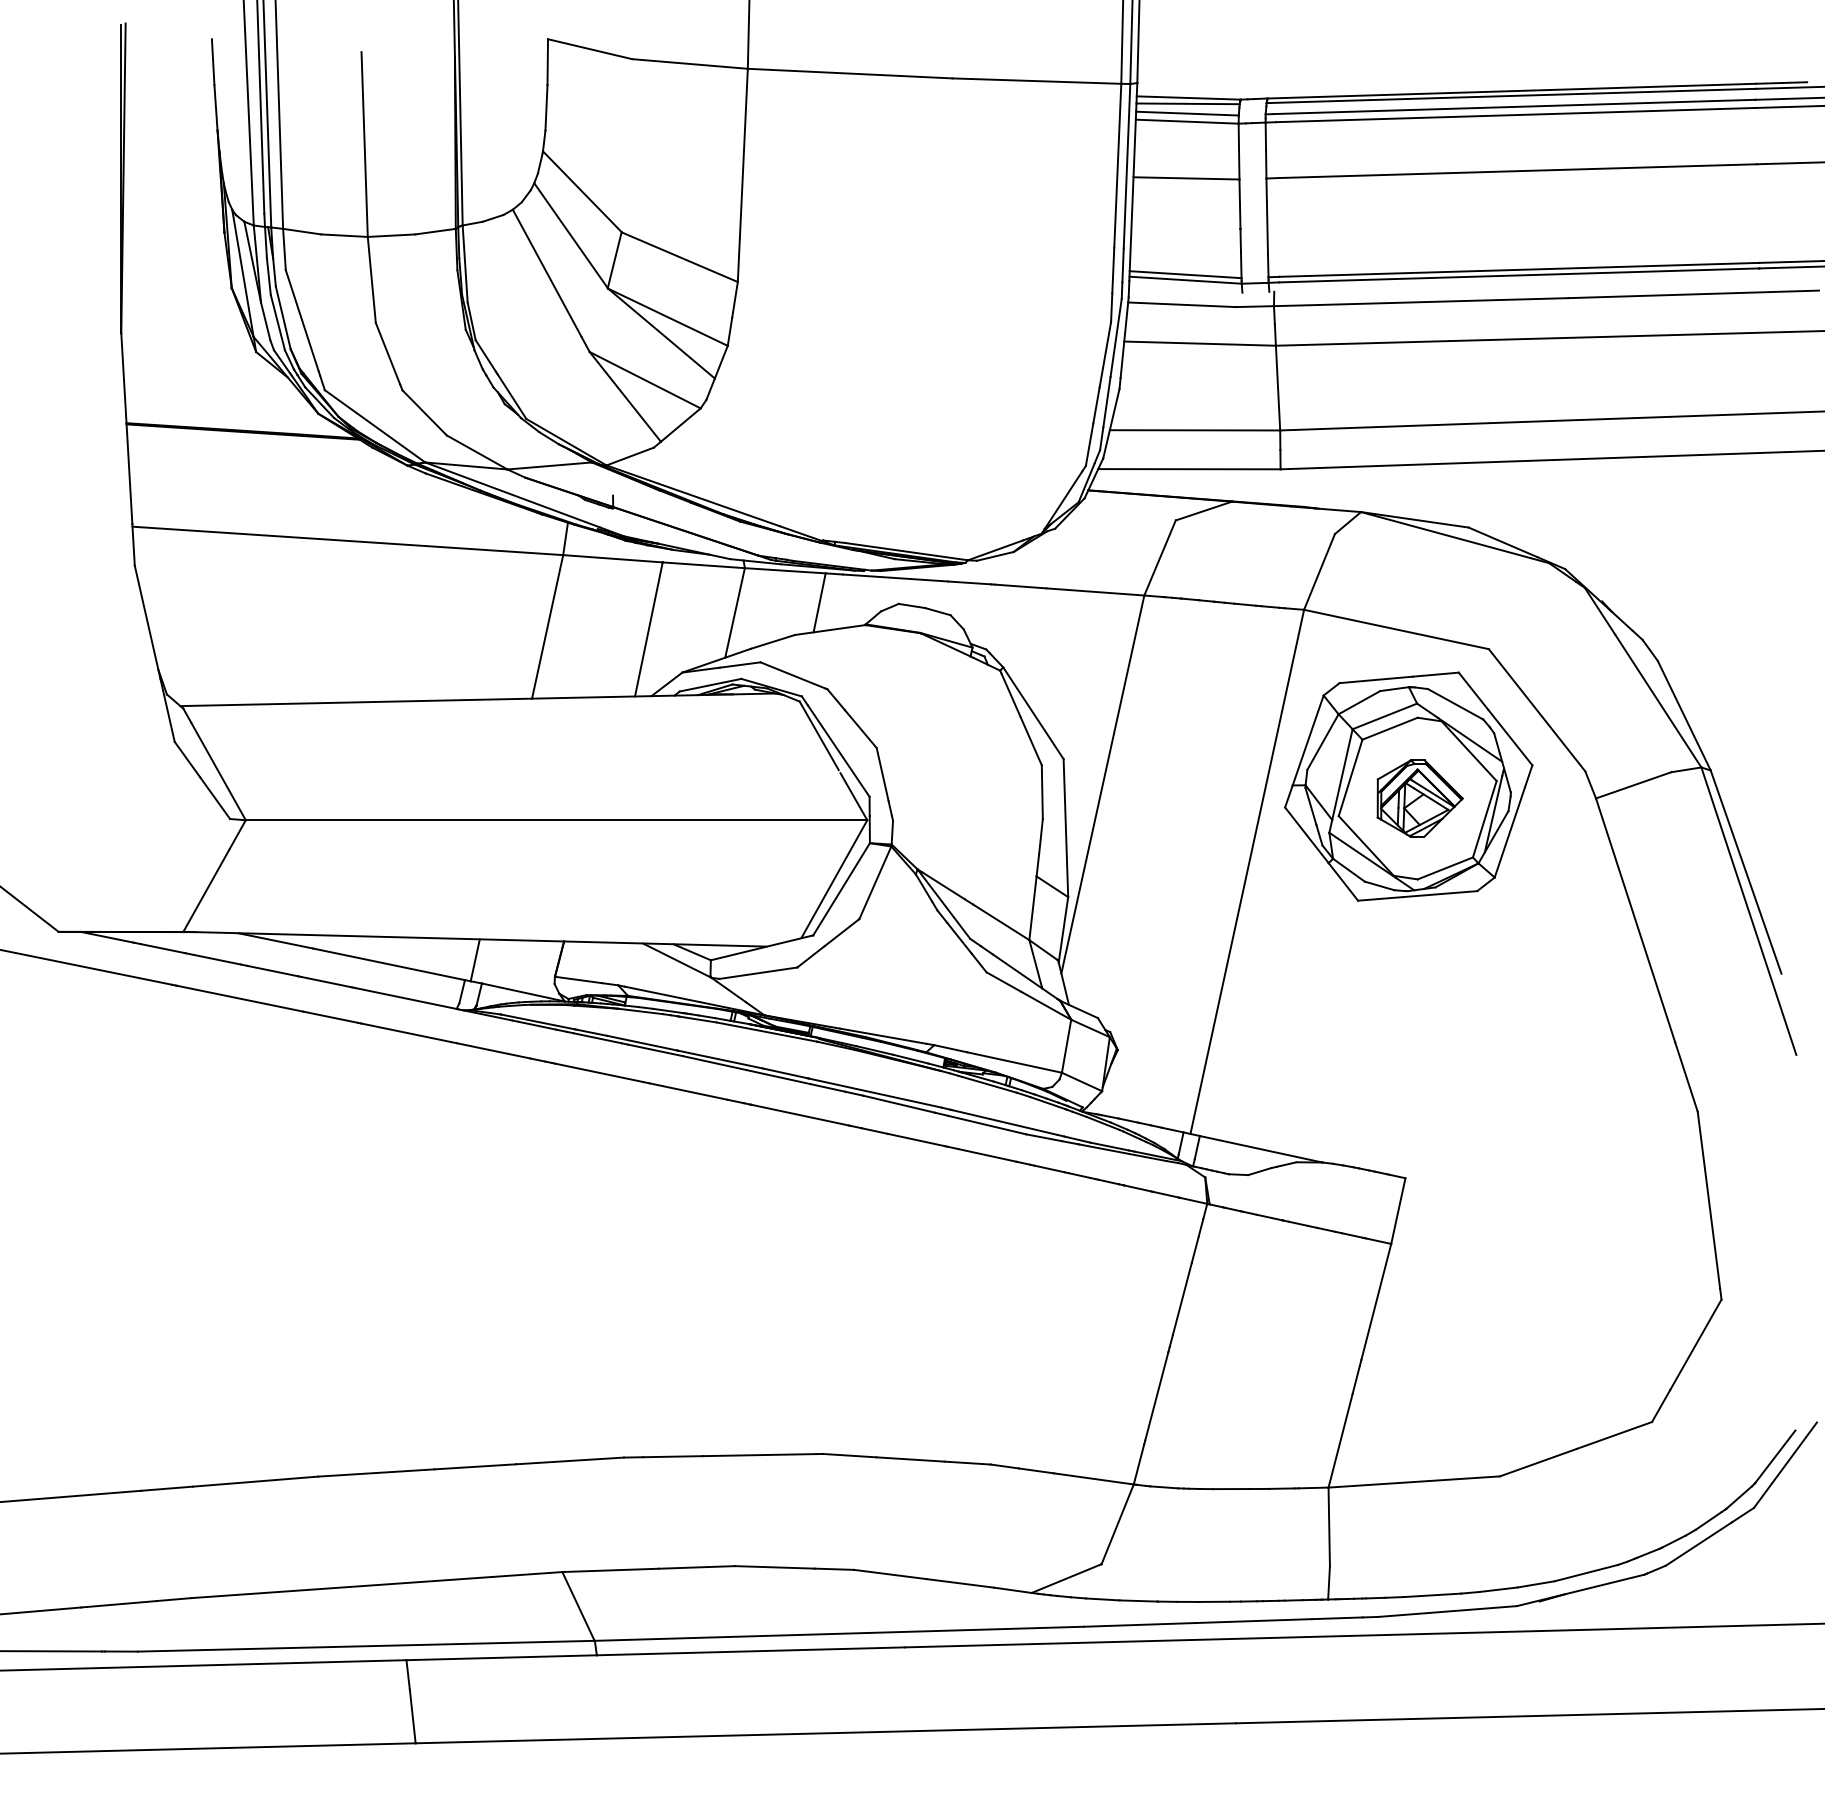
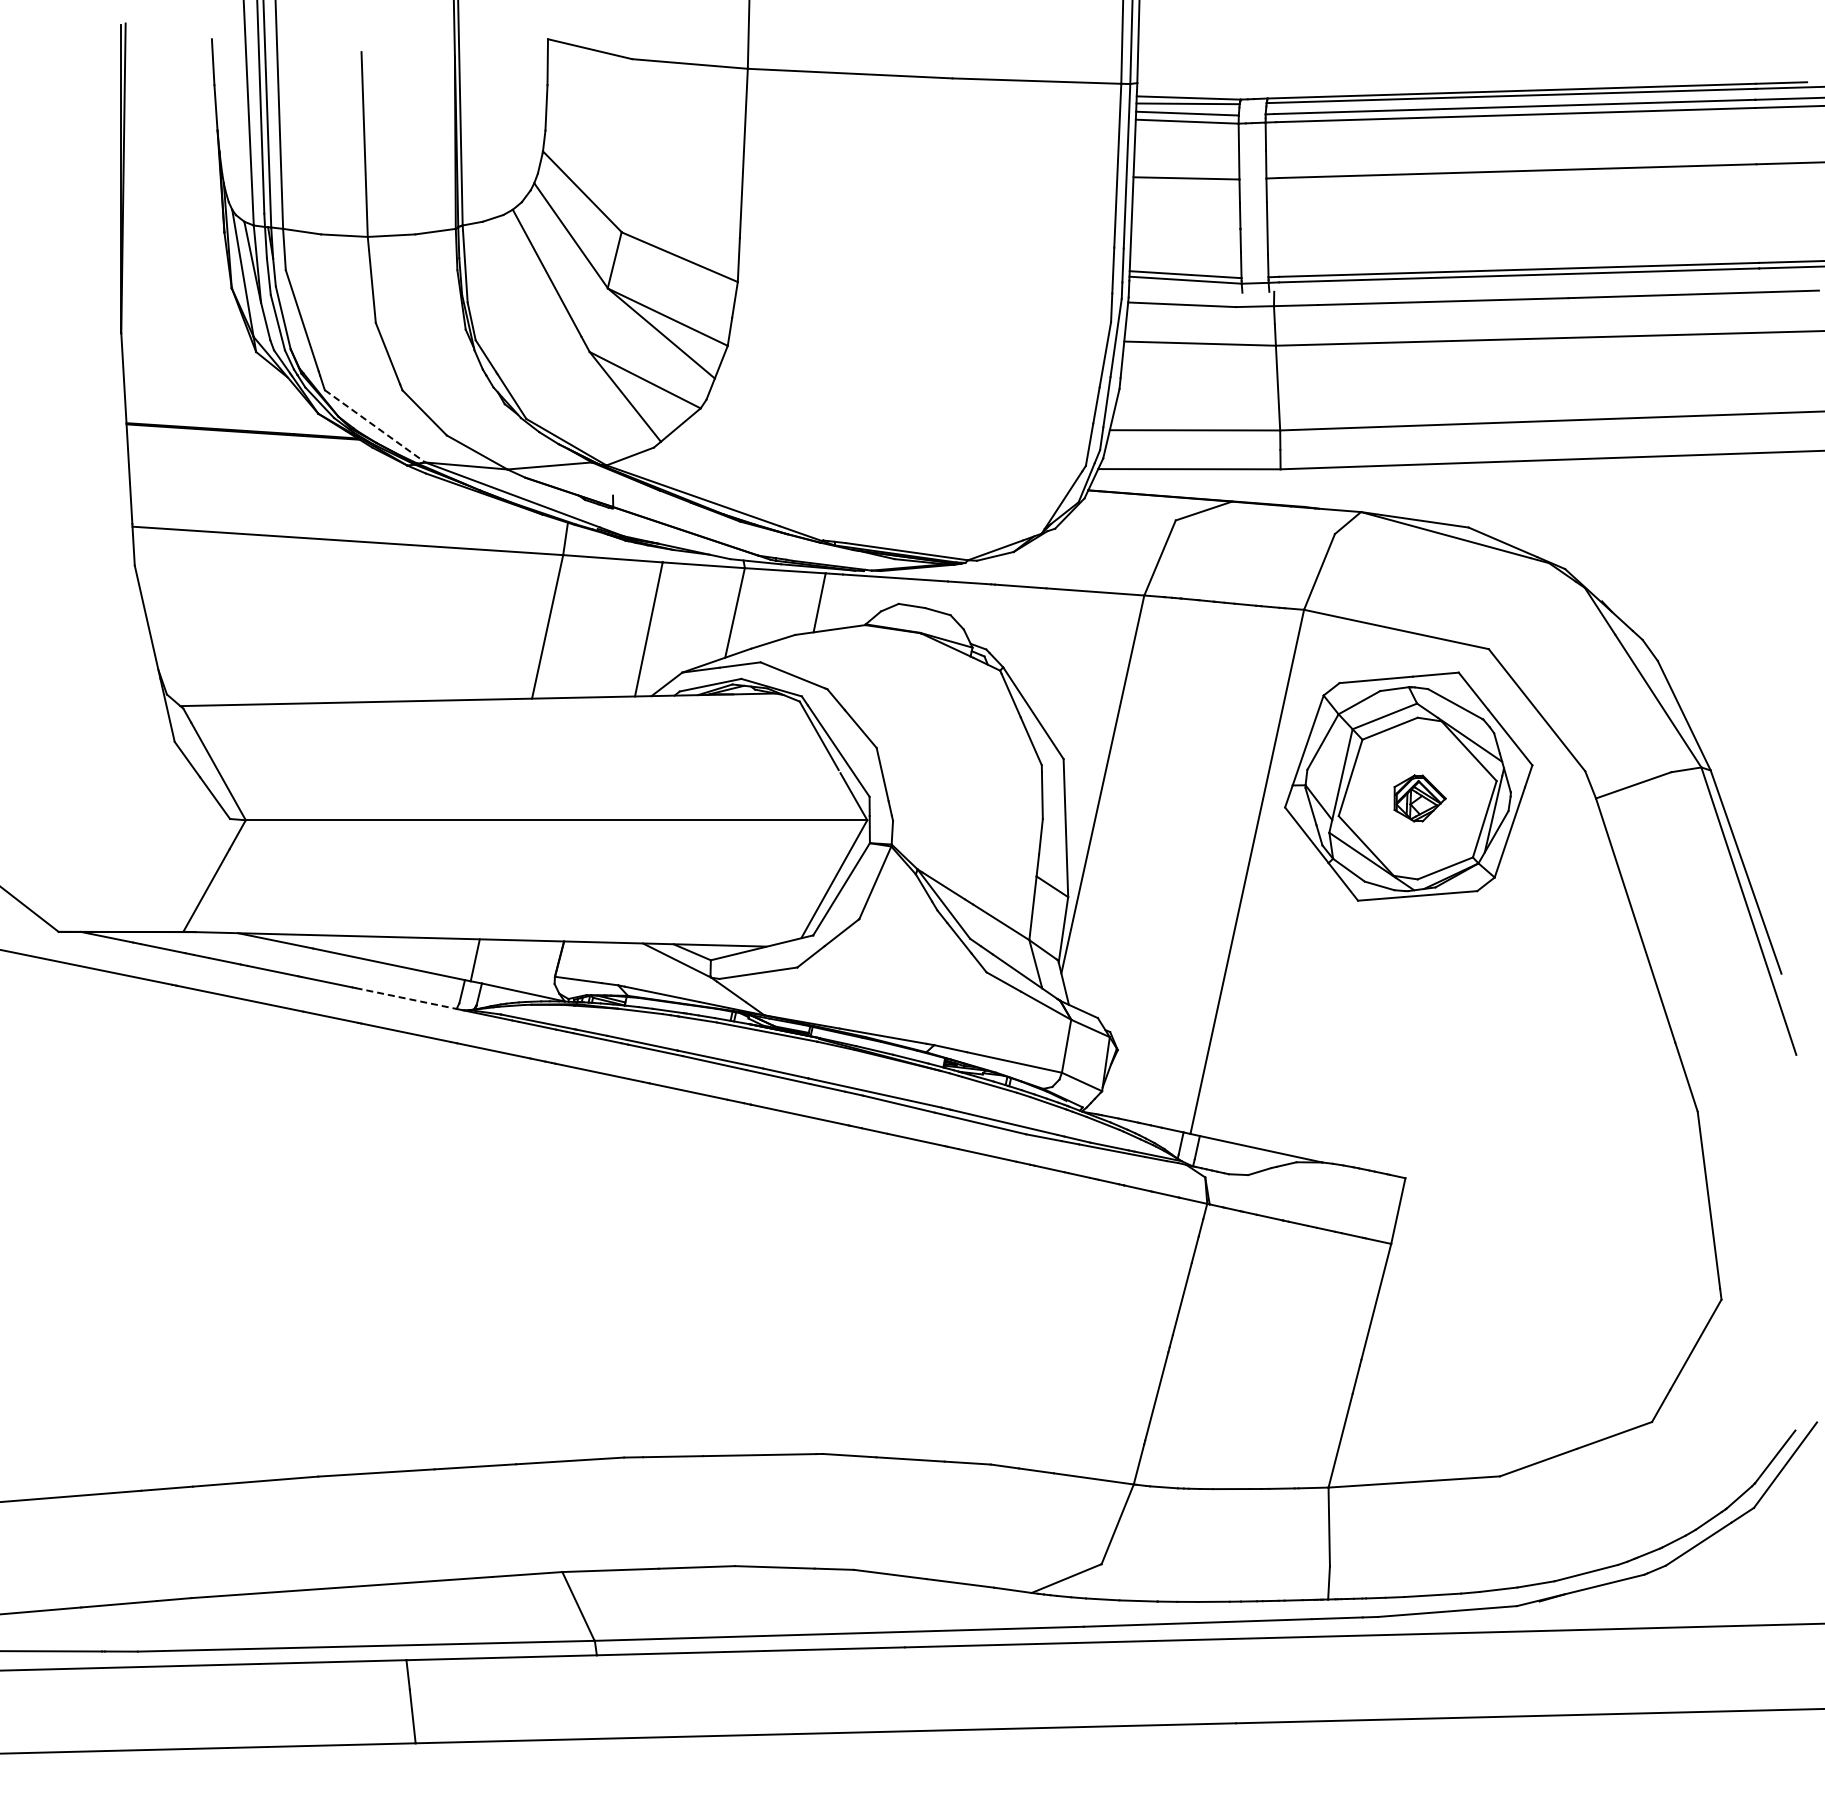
line at (375, 426): solid -> dashed
part at (1419, 798) size: 88x79 px -> 54x49 px
line at (407, 998): solid -> dashed
